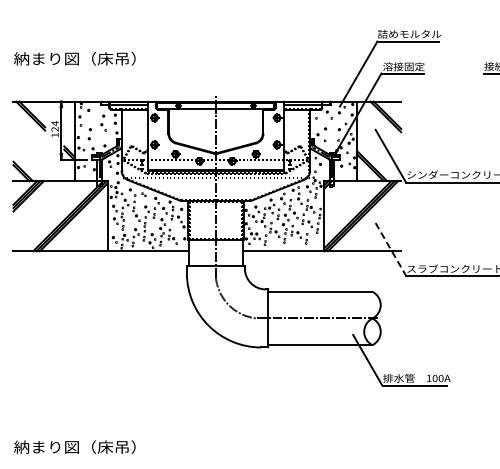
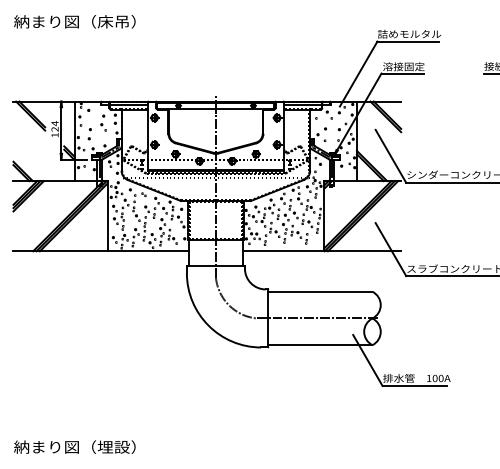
text at (74, 58) position: (74, 58) -> (74, 21)
line at (390, 249): dashed -> solid
text at (113, 446): 納まり図（床吊） -> 納まり図（埋設）
